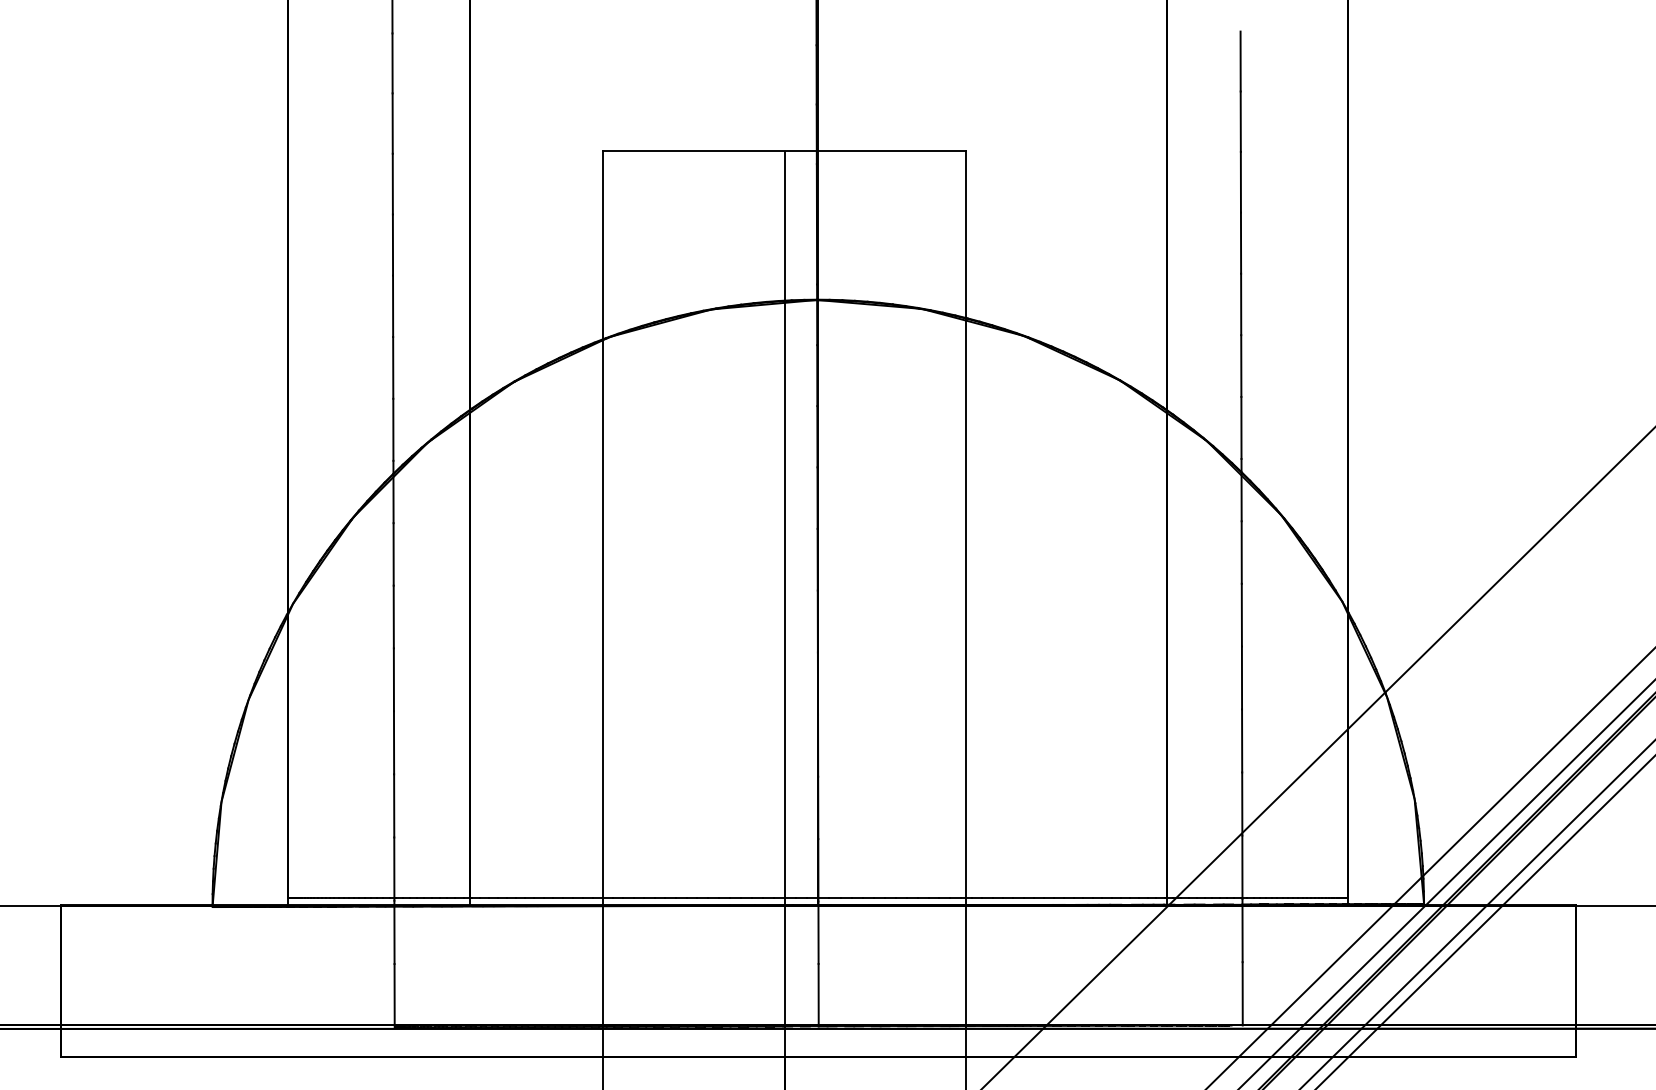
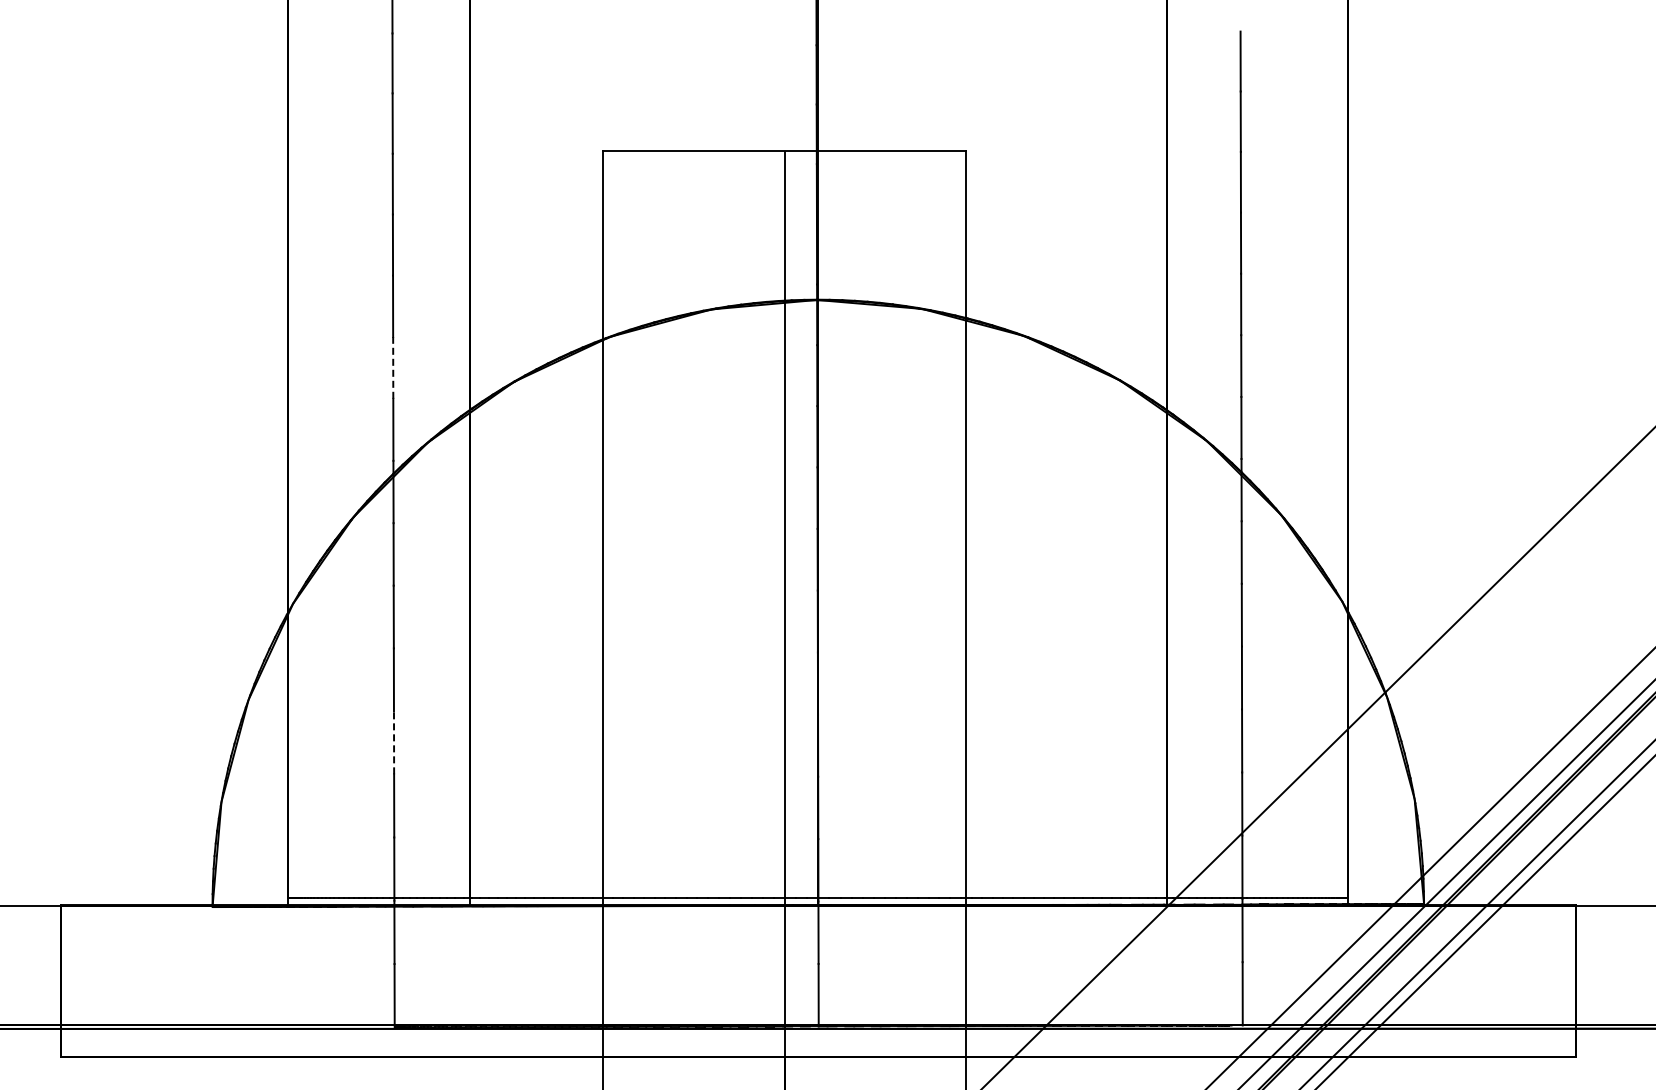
line at (393, 367): solid -> dashed
line at (394, 742): solid -> dashed
